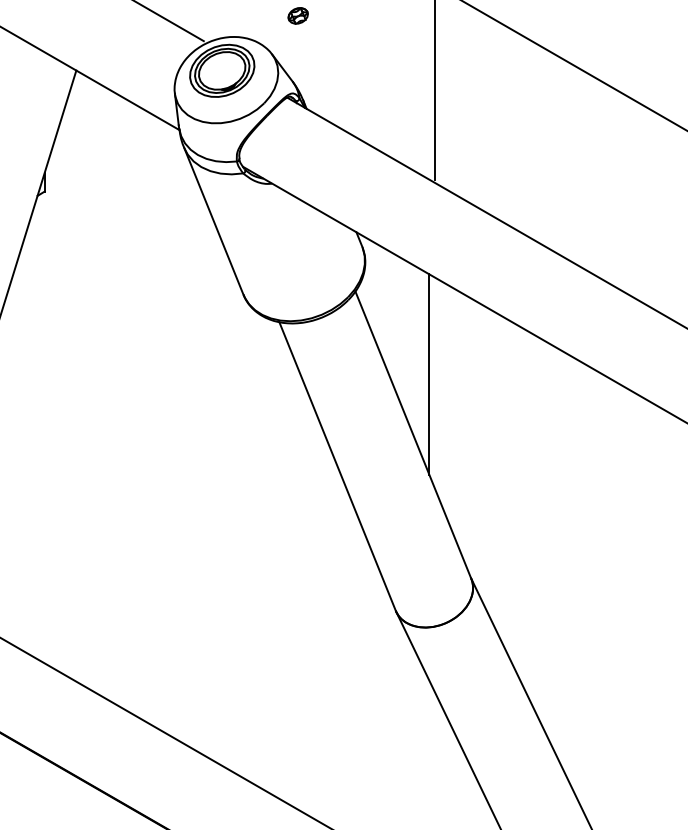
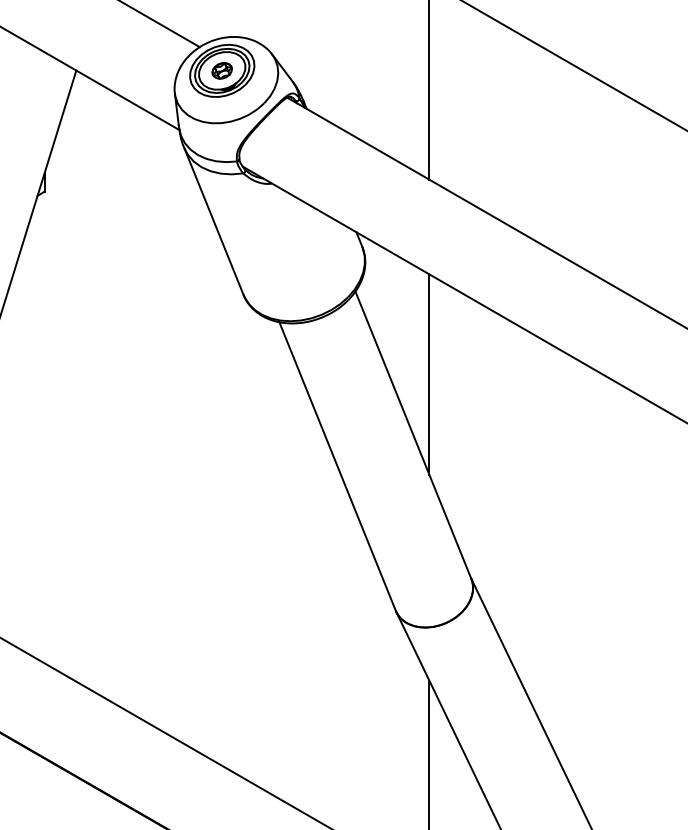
part at (297, 15) position: (297, 15) -> (221, 70)
line at (169, 21) position: (169, 21) -> (160, 24)
line at (435, 90) position: (435, 90) -> (429, 90)
line at (429, 753): none -> present
